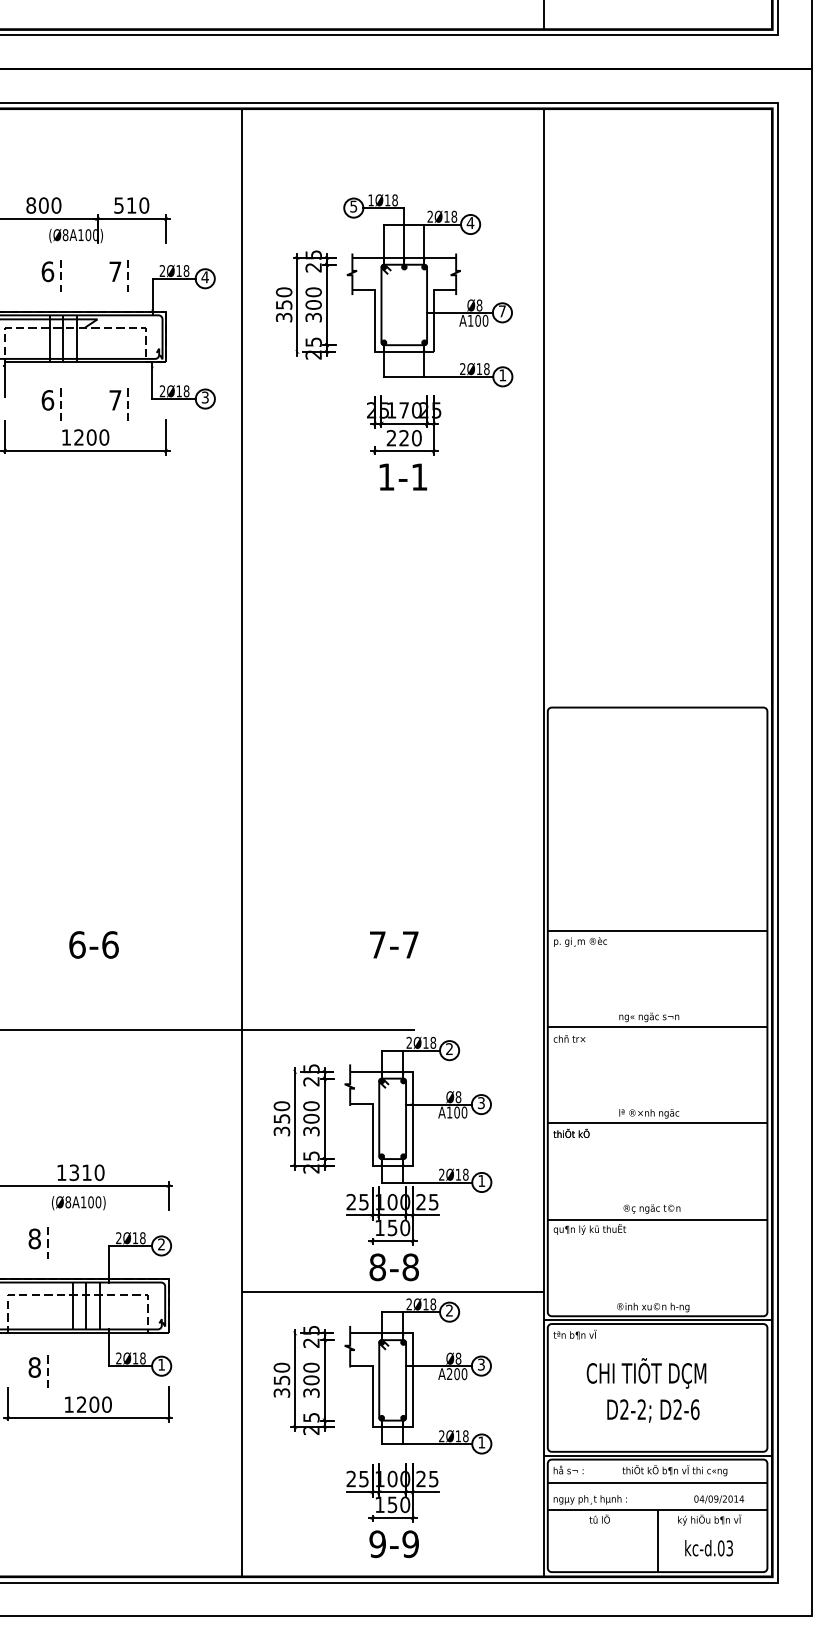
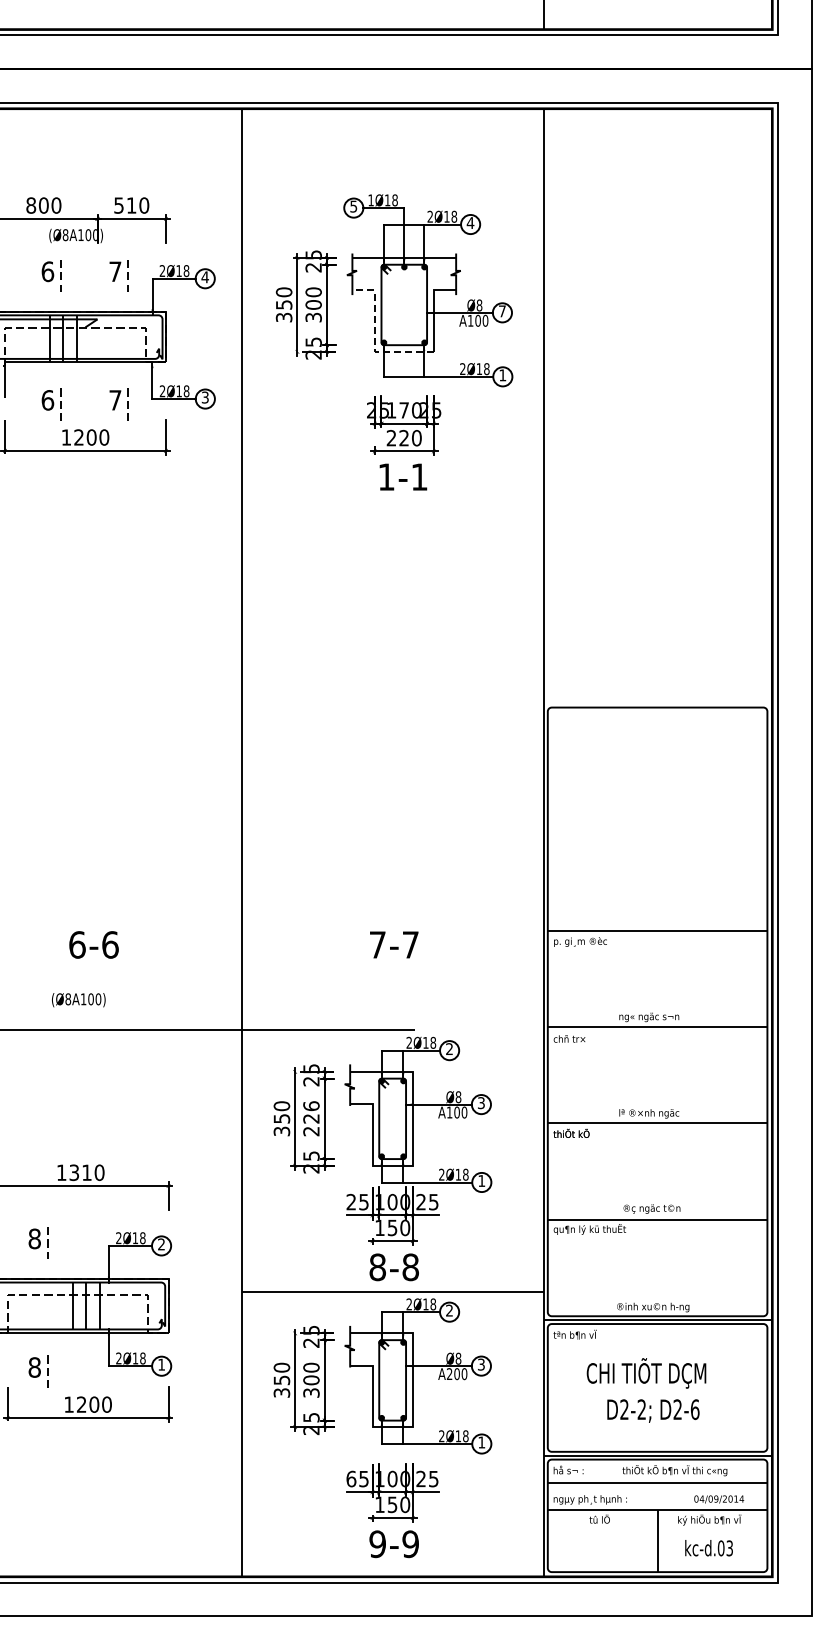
line at (374, 338): solid -> dashed
text at (311, 1118): 300 -> 226
text at (78, 1203) position: (78, 1203) -> (78, 1000)
text at (351, 1478): 25 -> 65
